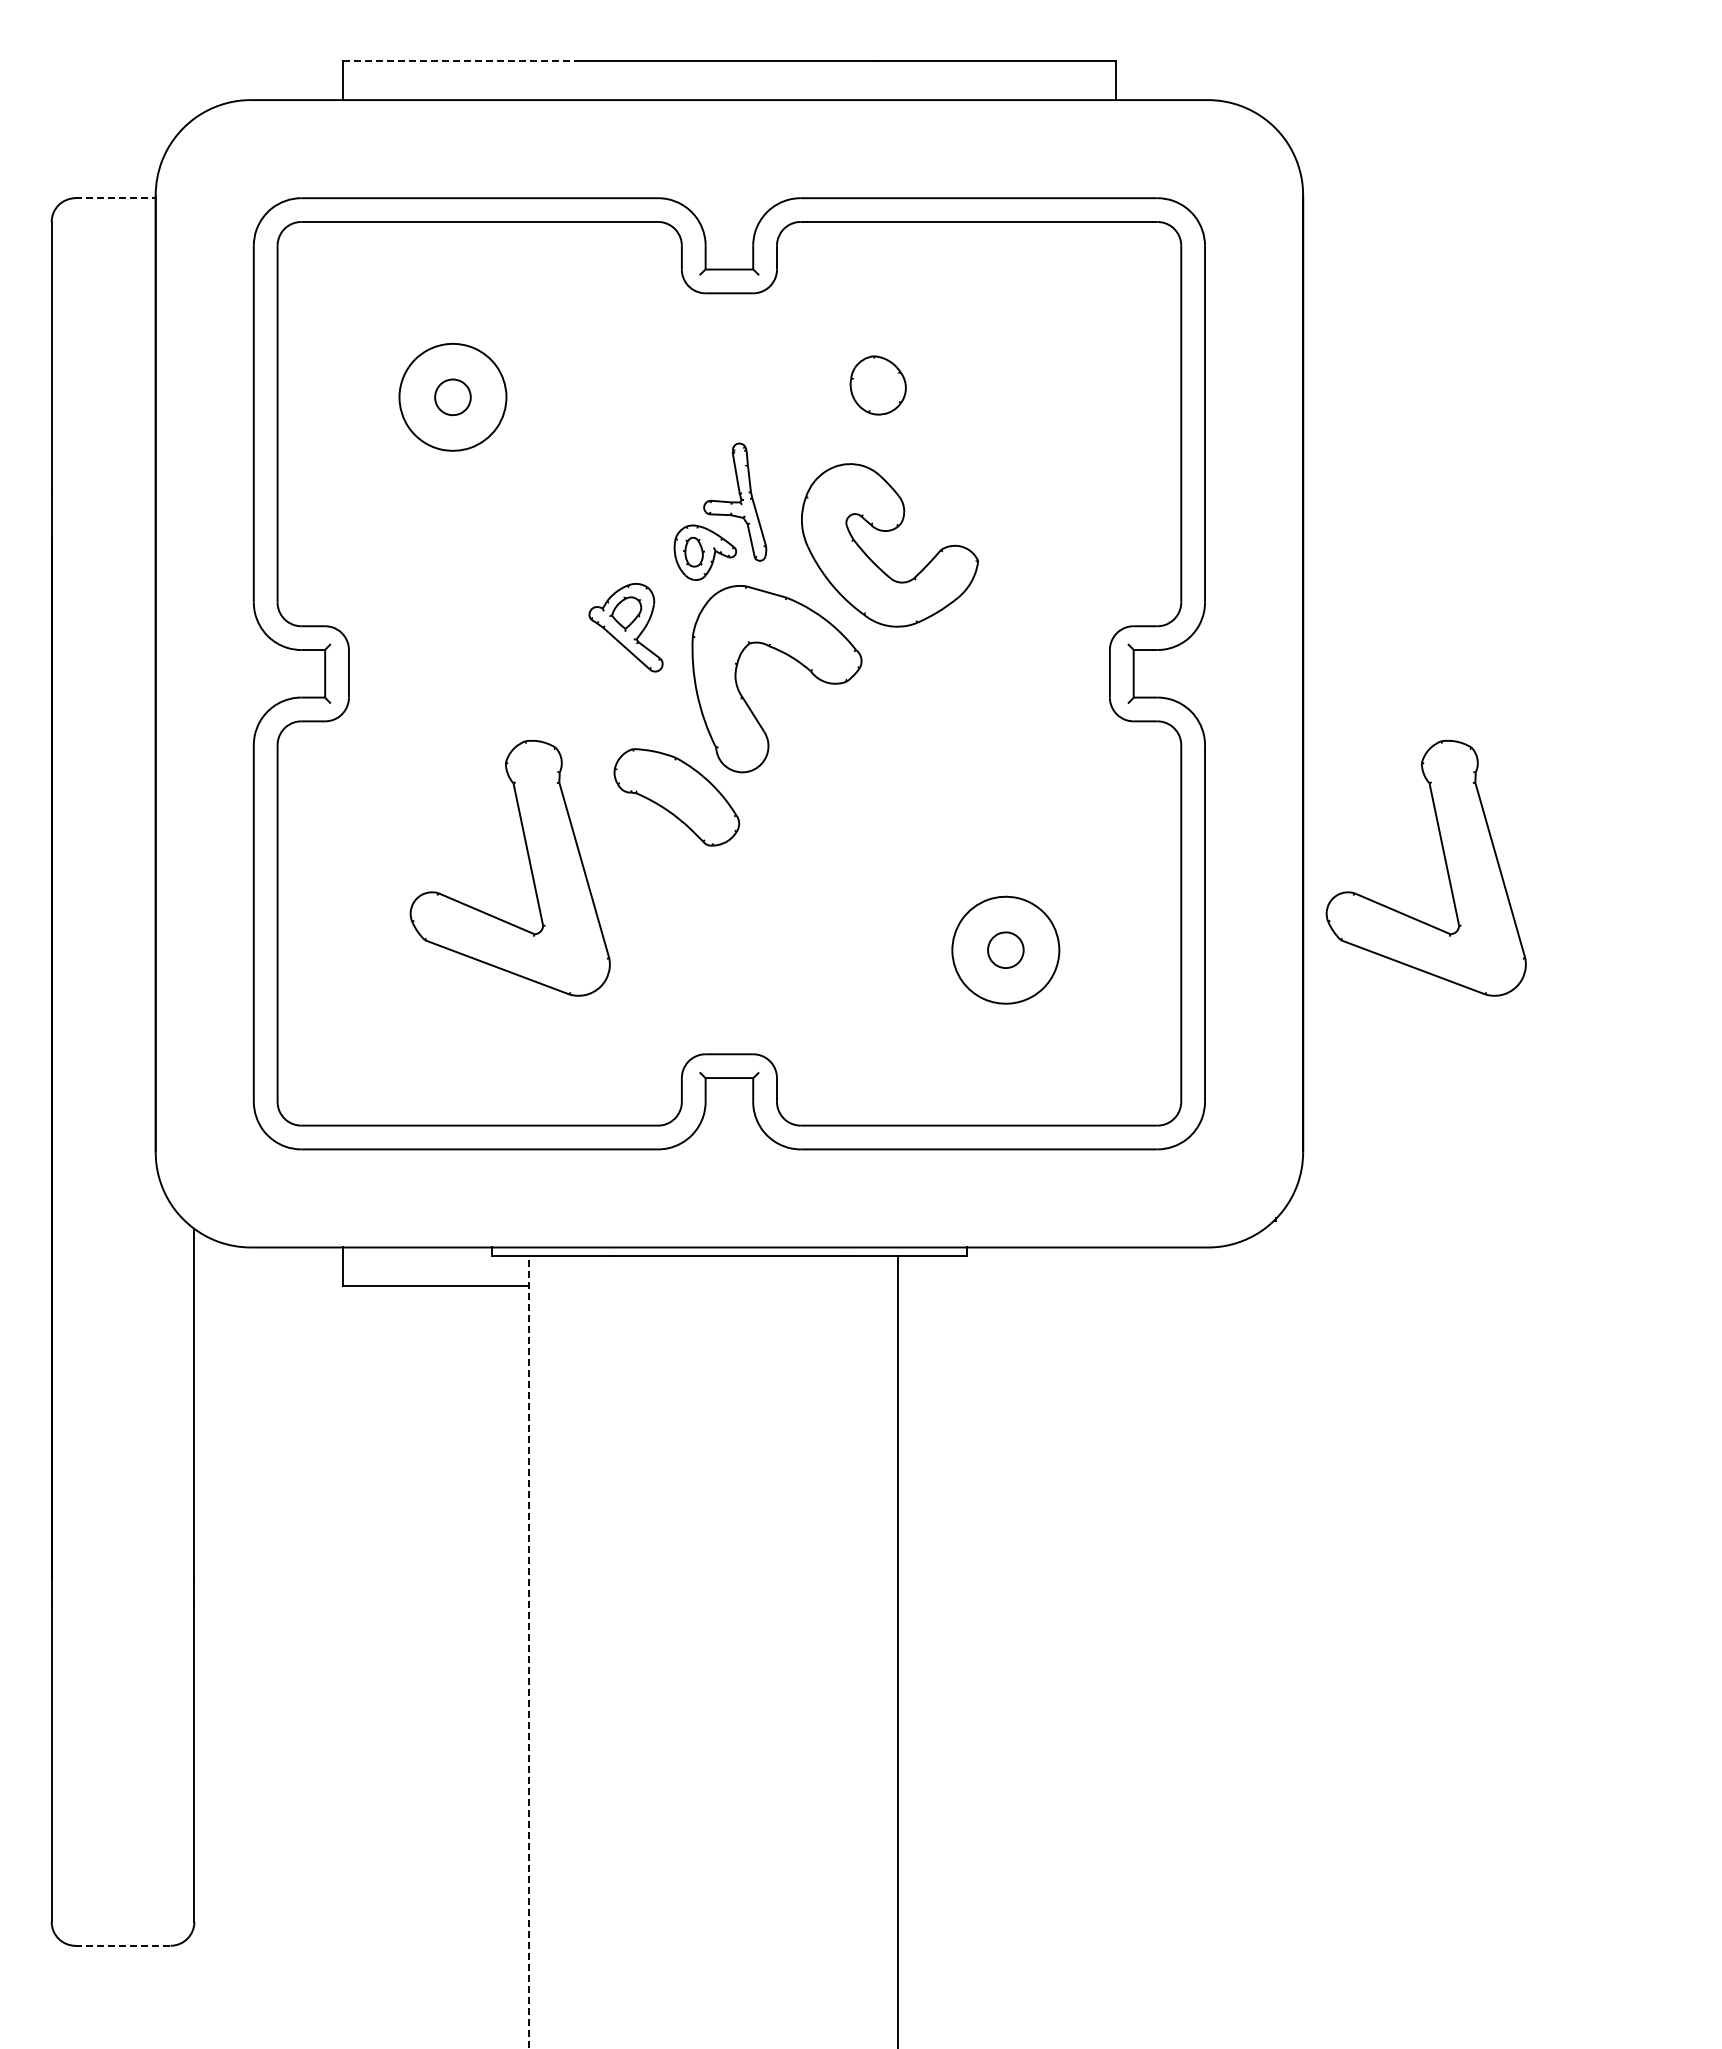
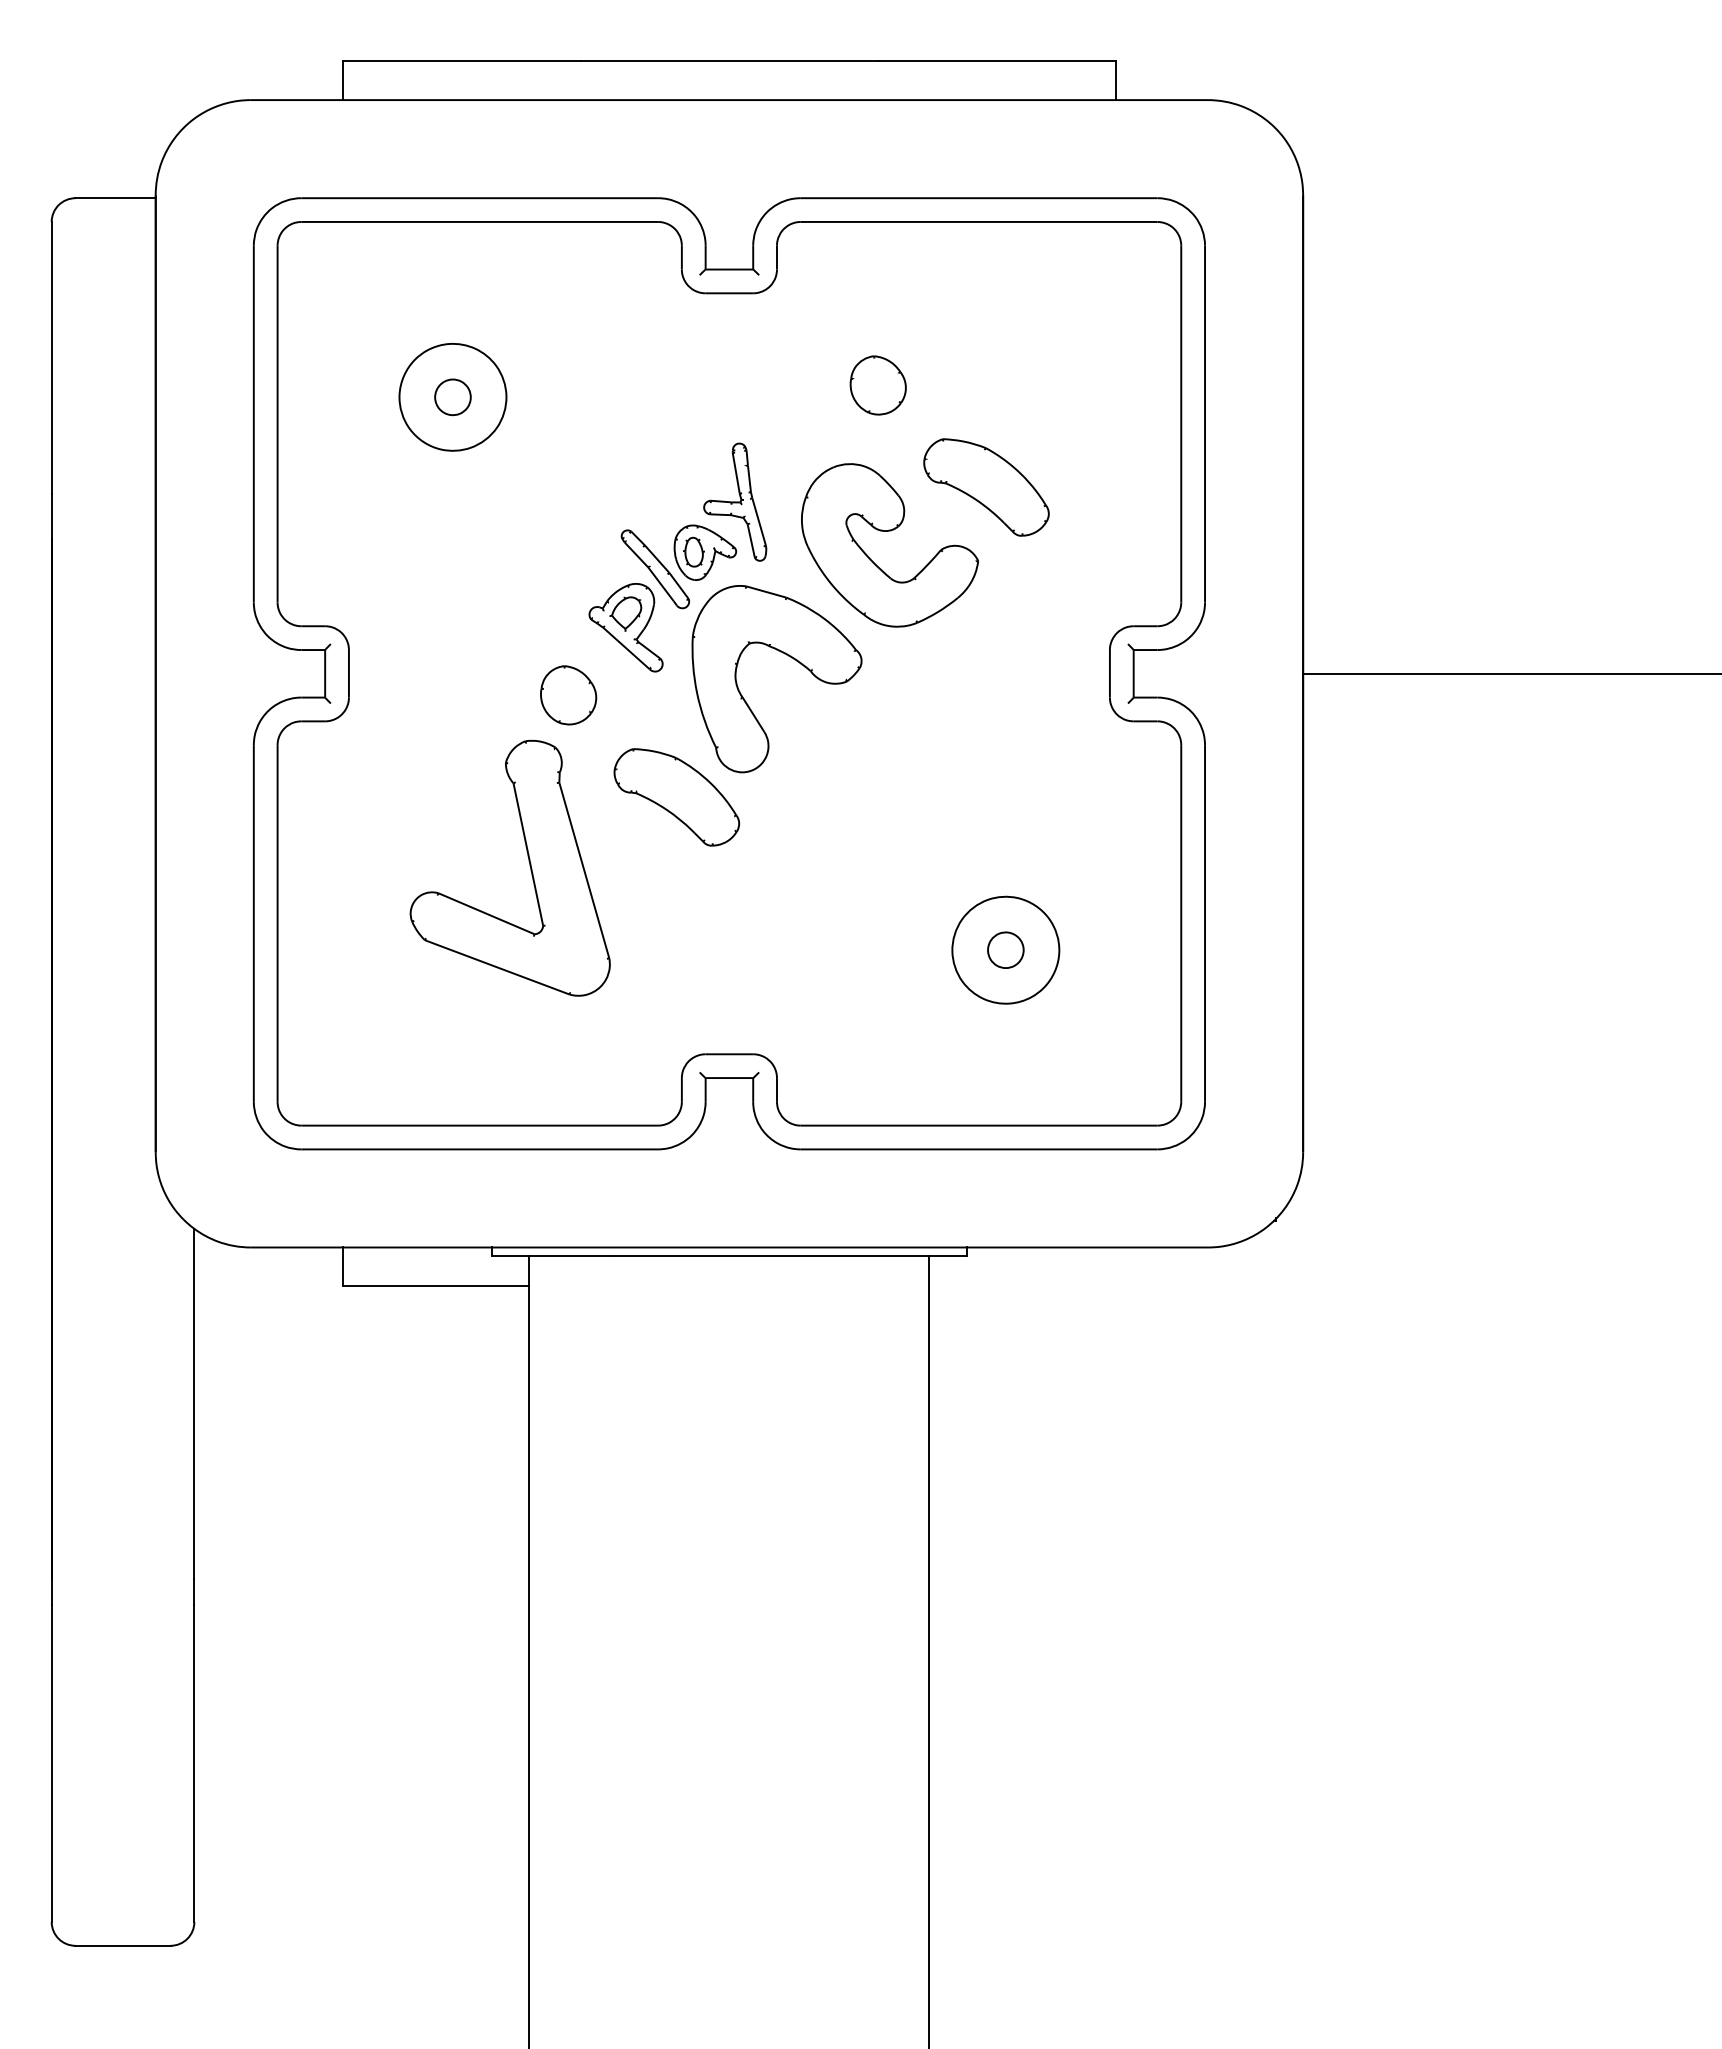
line at (461, 61): dashed -> solid
line at (116, 198): dashed -> solid
part at (986, 487): none -> present
part at (655, 569): none -> present
line at (1510, 673): none -> present
part at (568, 695): none -> present
part at (1444, 861): present -> none
line at (898, 1650) position: (898, 1650) -> (929, 1650)
line at (528, 1652): dashed -> solid
line at (123, 1945): dashed -> solid
